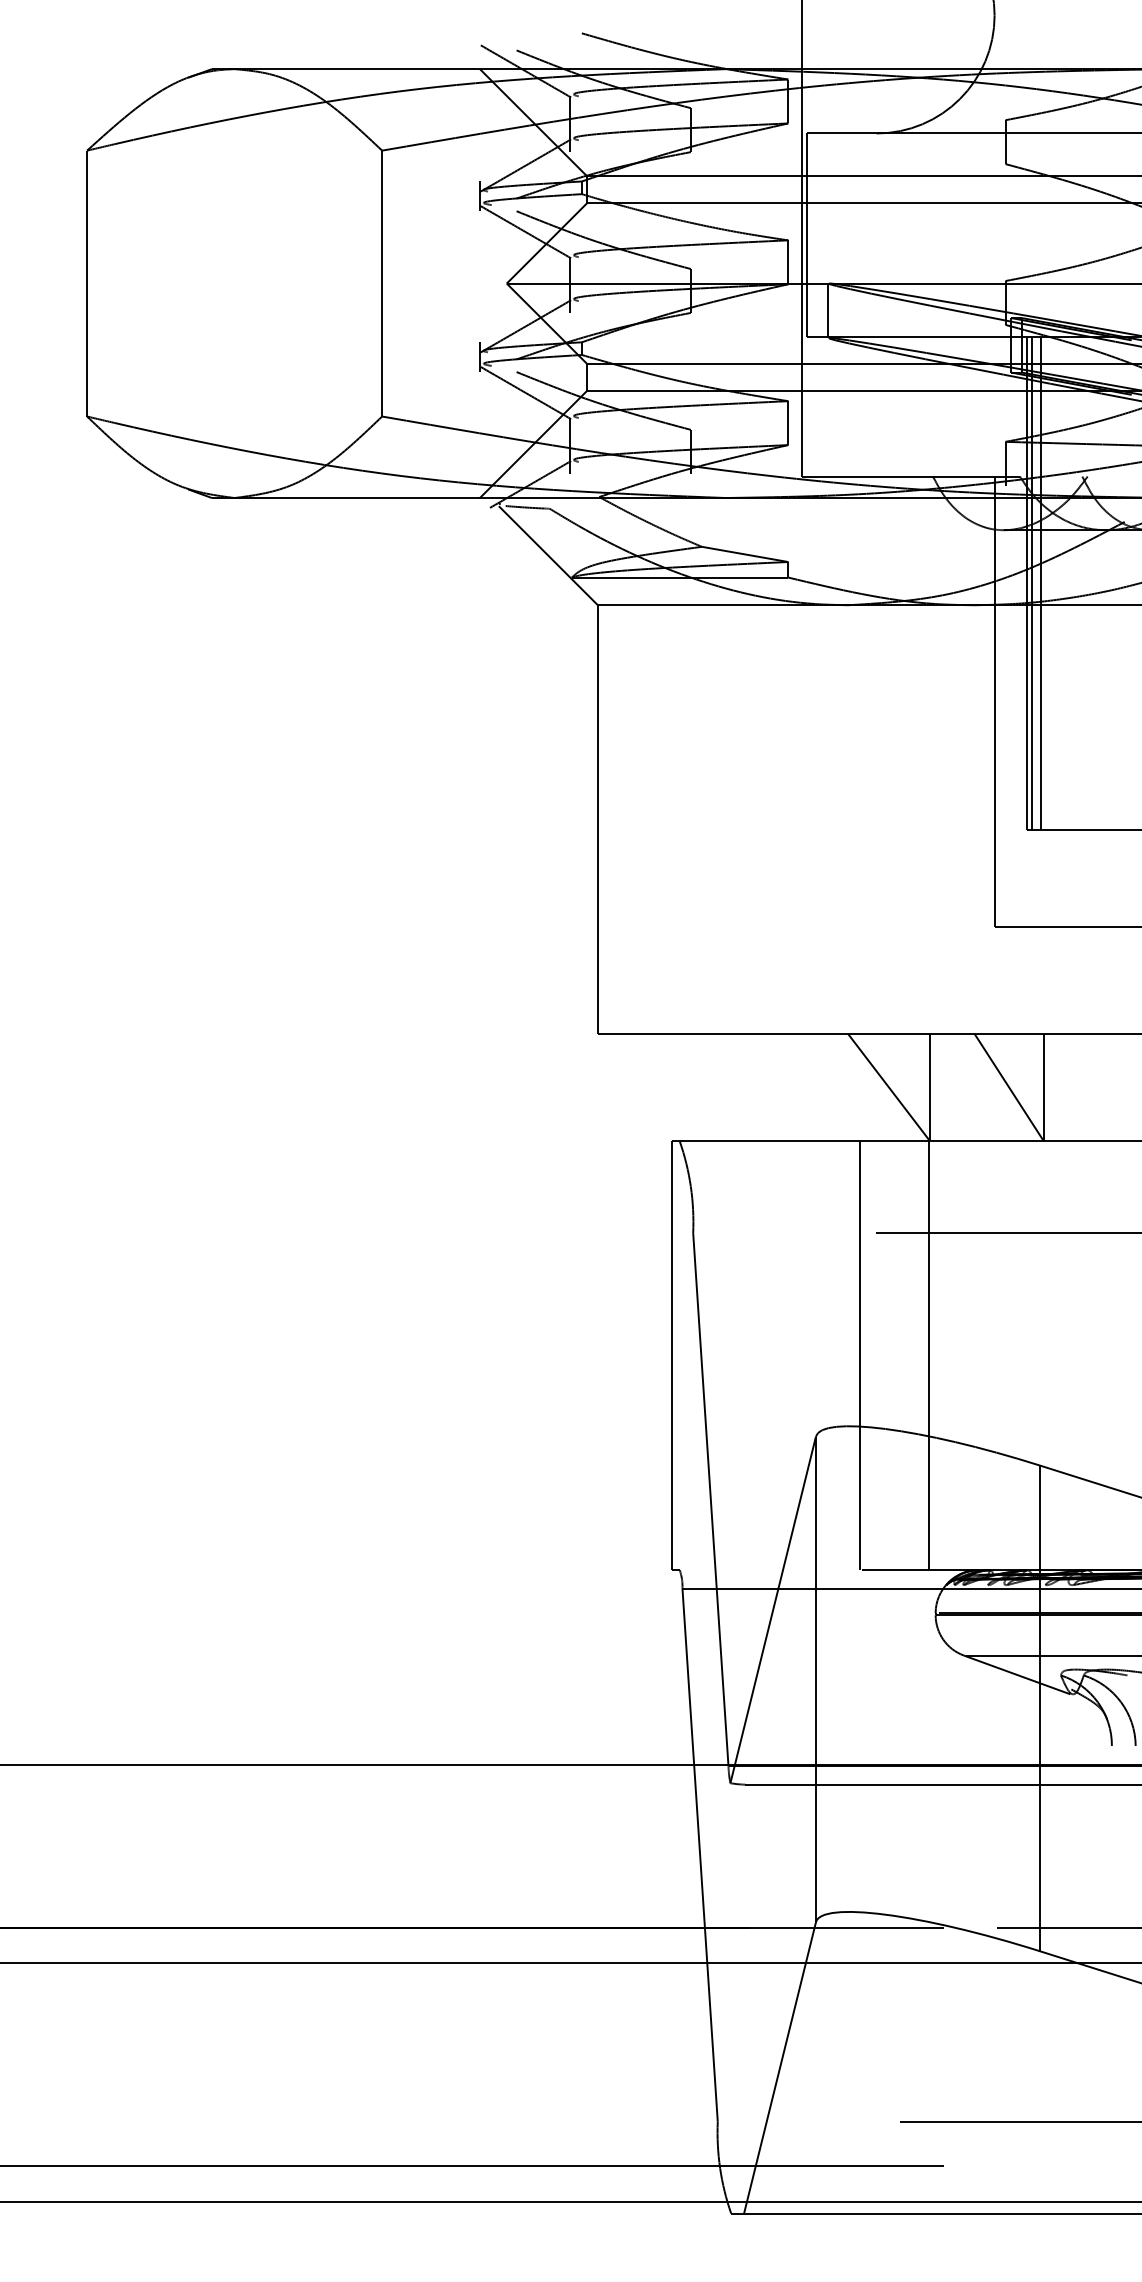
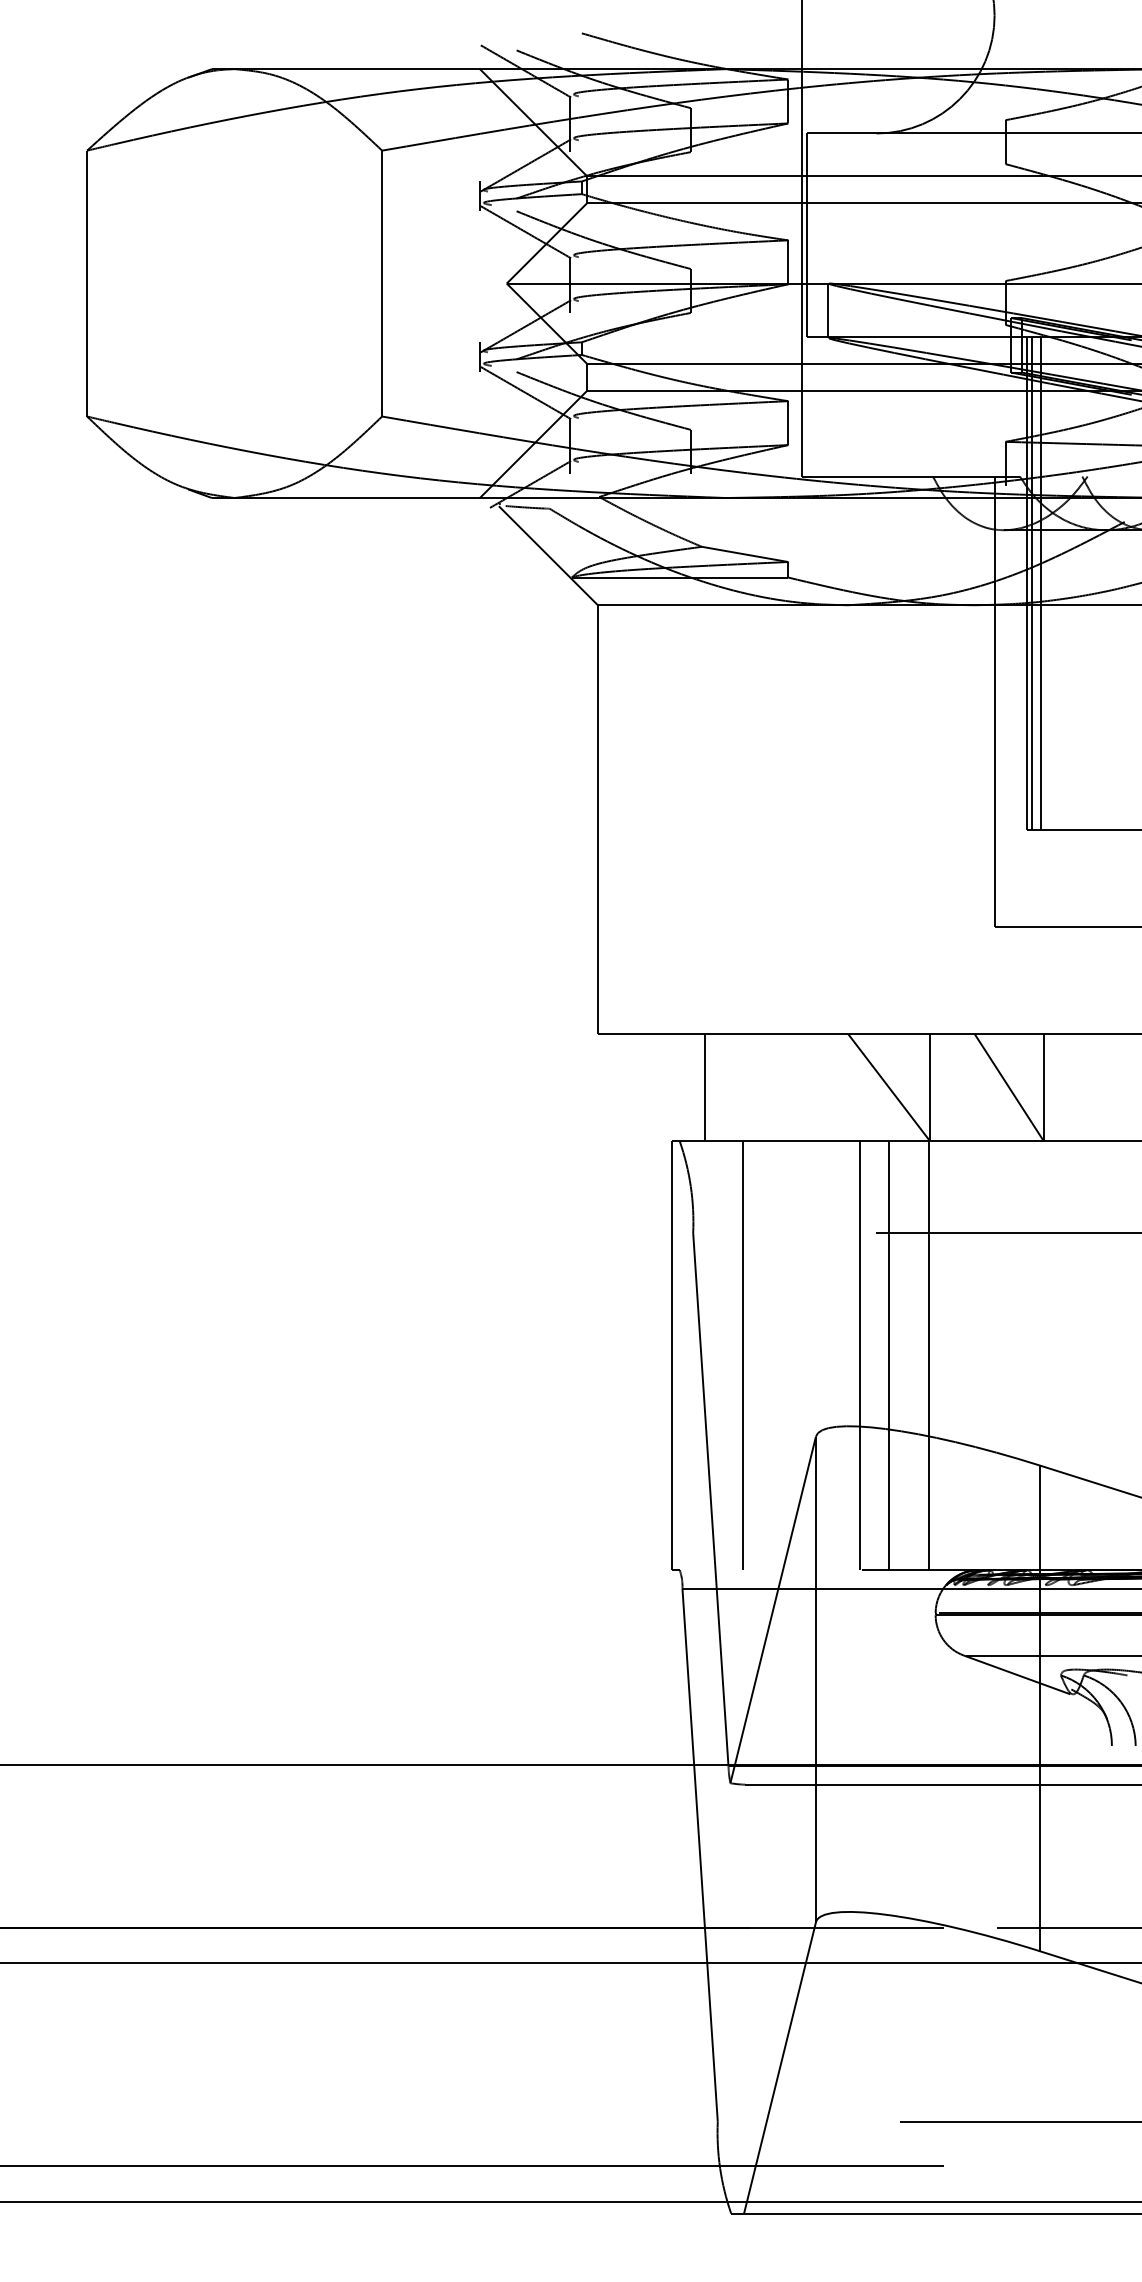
line at (705, 1087): none -> present
line at (742, 1355): none -> present
line at (888, 1355): none -> present
